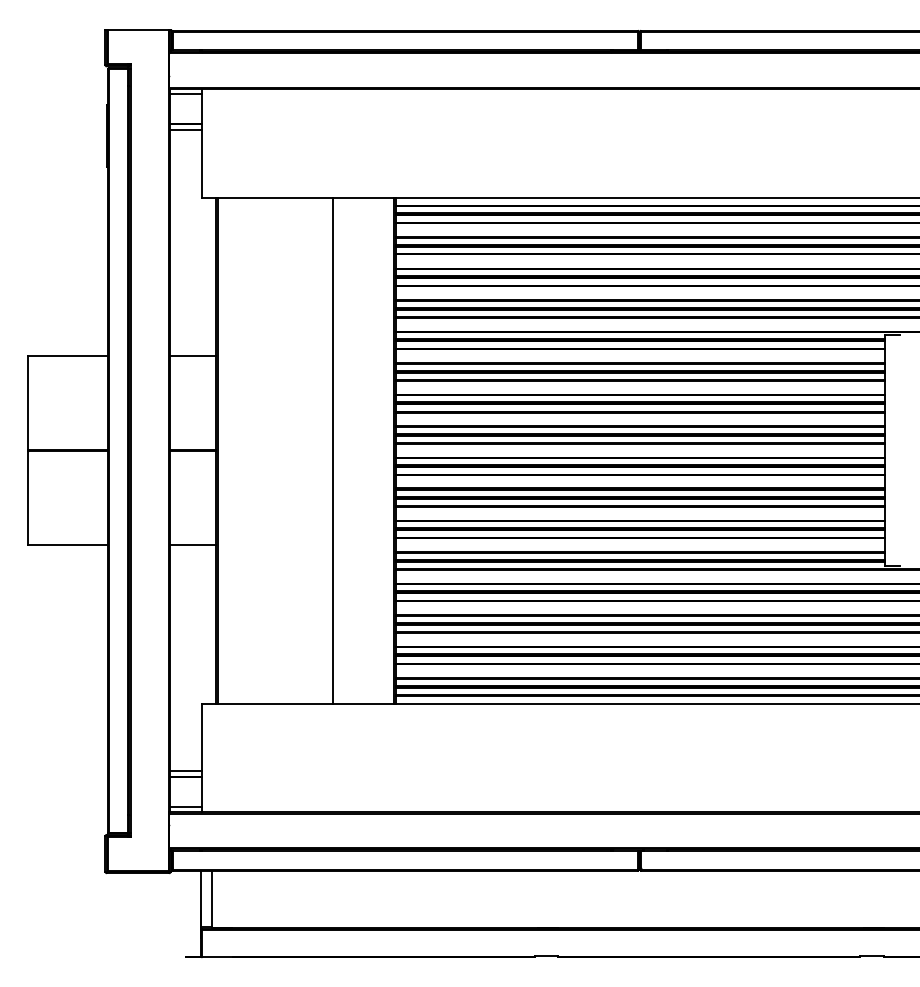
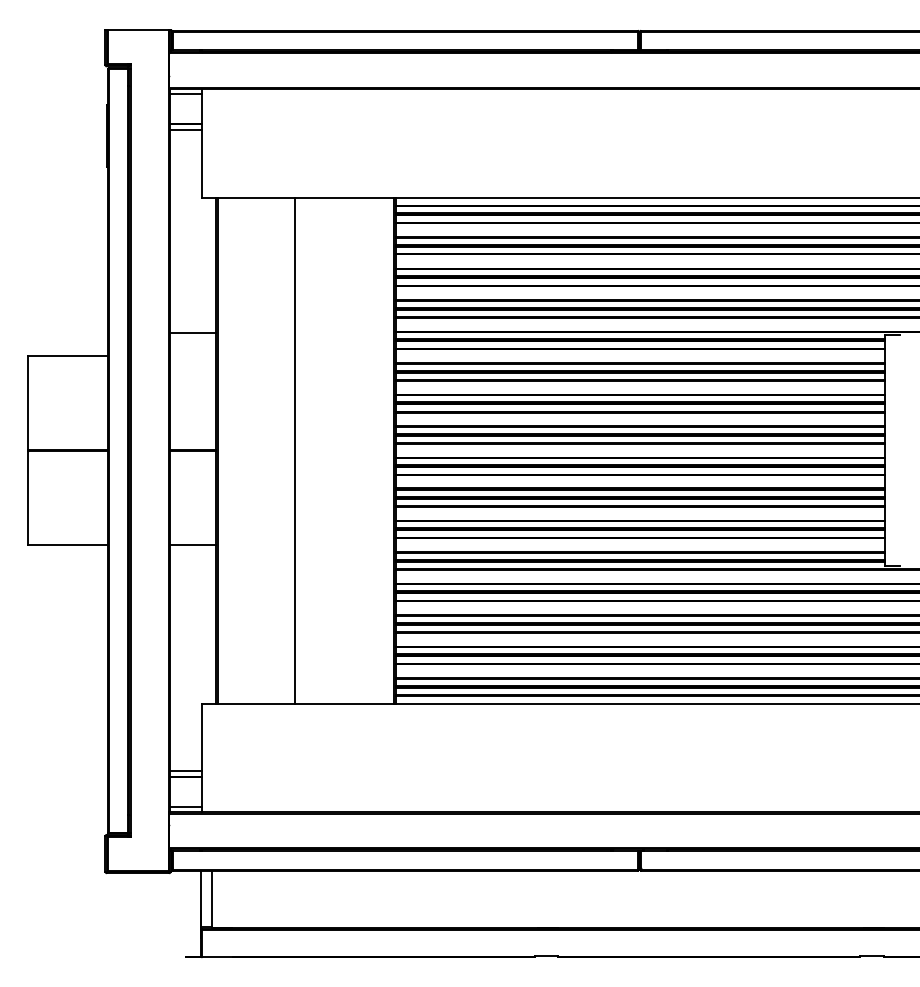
line at (193, 356) position: (193, 356) -> (193, 333)
line at (332, 450) position: (332, 450) -> (294, 450)
